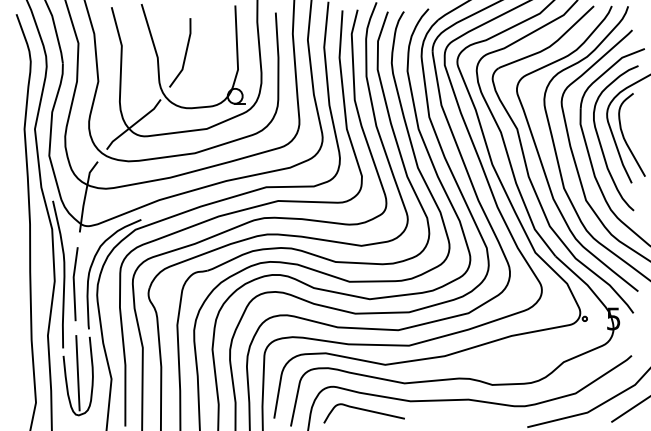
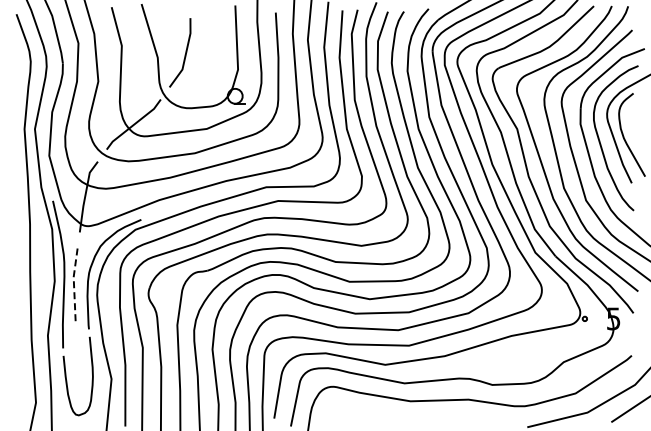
line at (73, 283): solid -> dashed
line at (77, 373): present -> none
curve at (363, 410): present -> none
